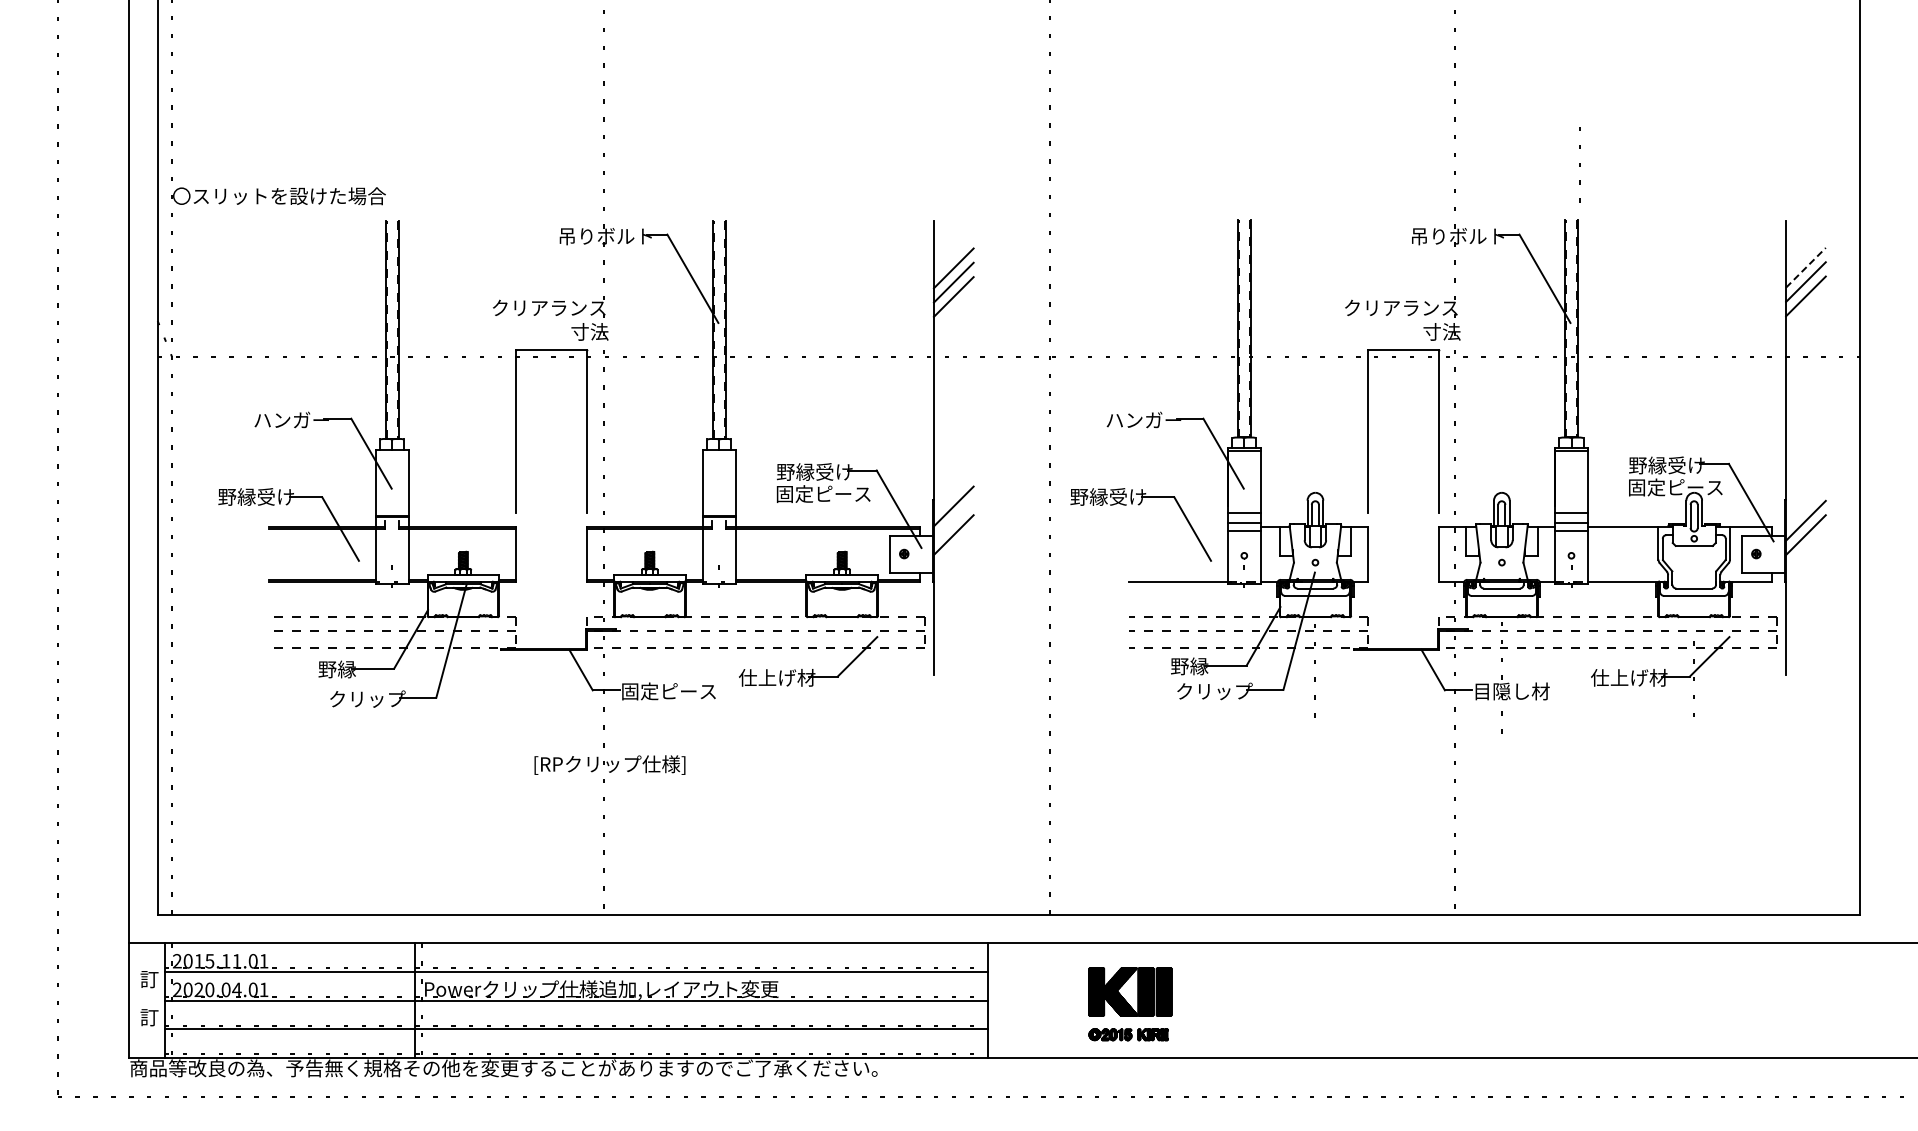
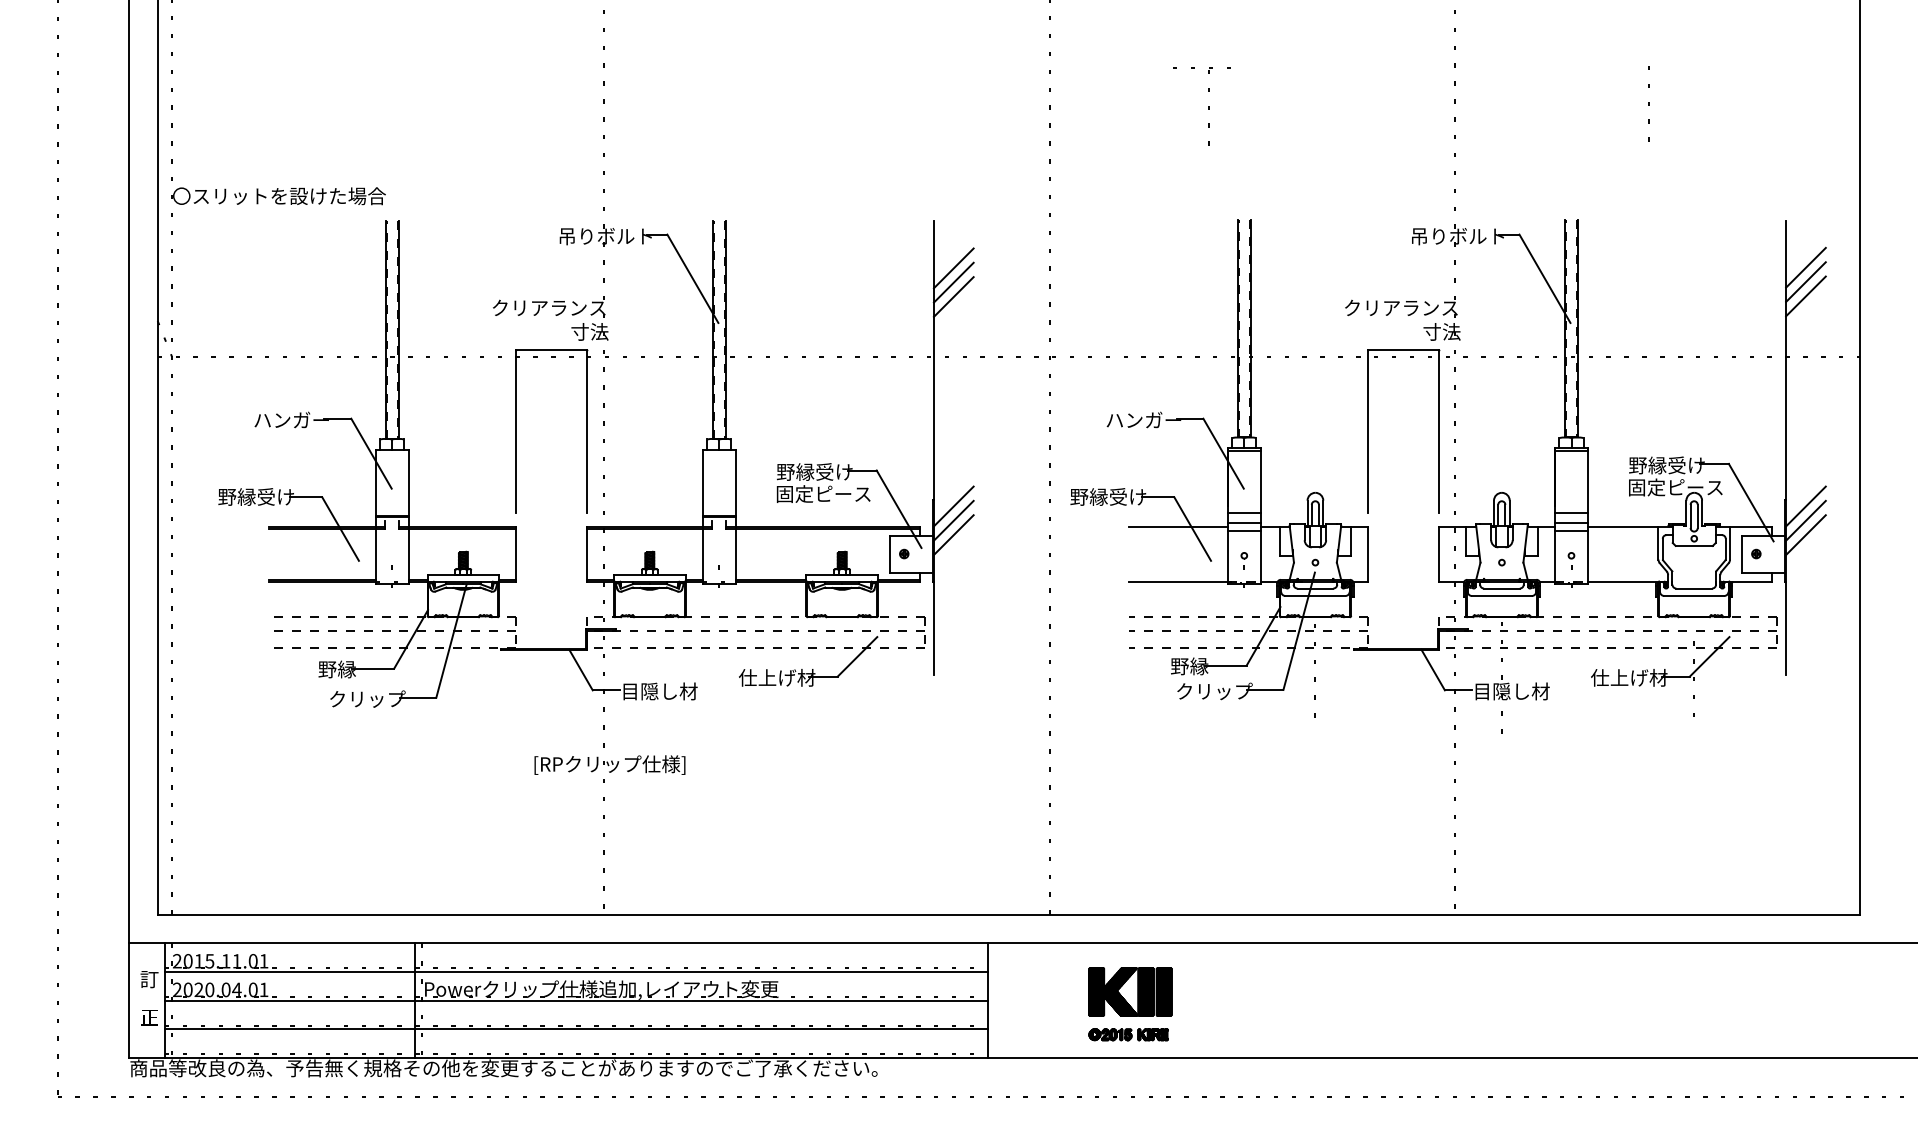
part at (1208, 106): none -> present
line at (1579, 164) position: (1579, 164) -> (1648, 103)
line at (1806, 267): dashed -> solid
line at (1805, 506): none -> present
line at (953, 520): none -> present
line at (1177, 527): none -> present
text at (668, 691): 固定ピース -> 目隠し材
text at (149, 1017): 訂 -> 正
